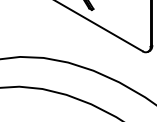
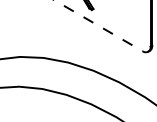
line at (98, 25): solid -> dashed
